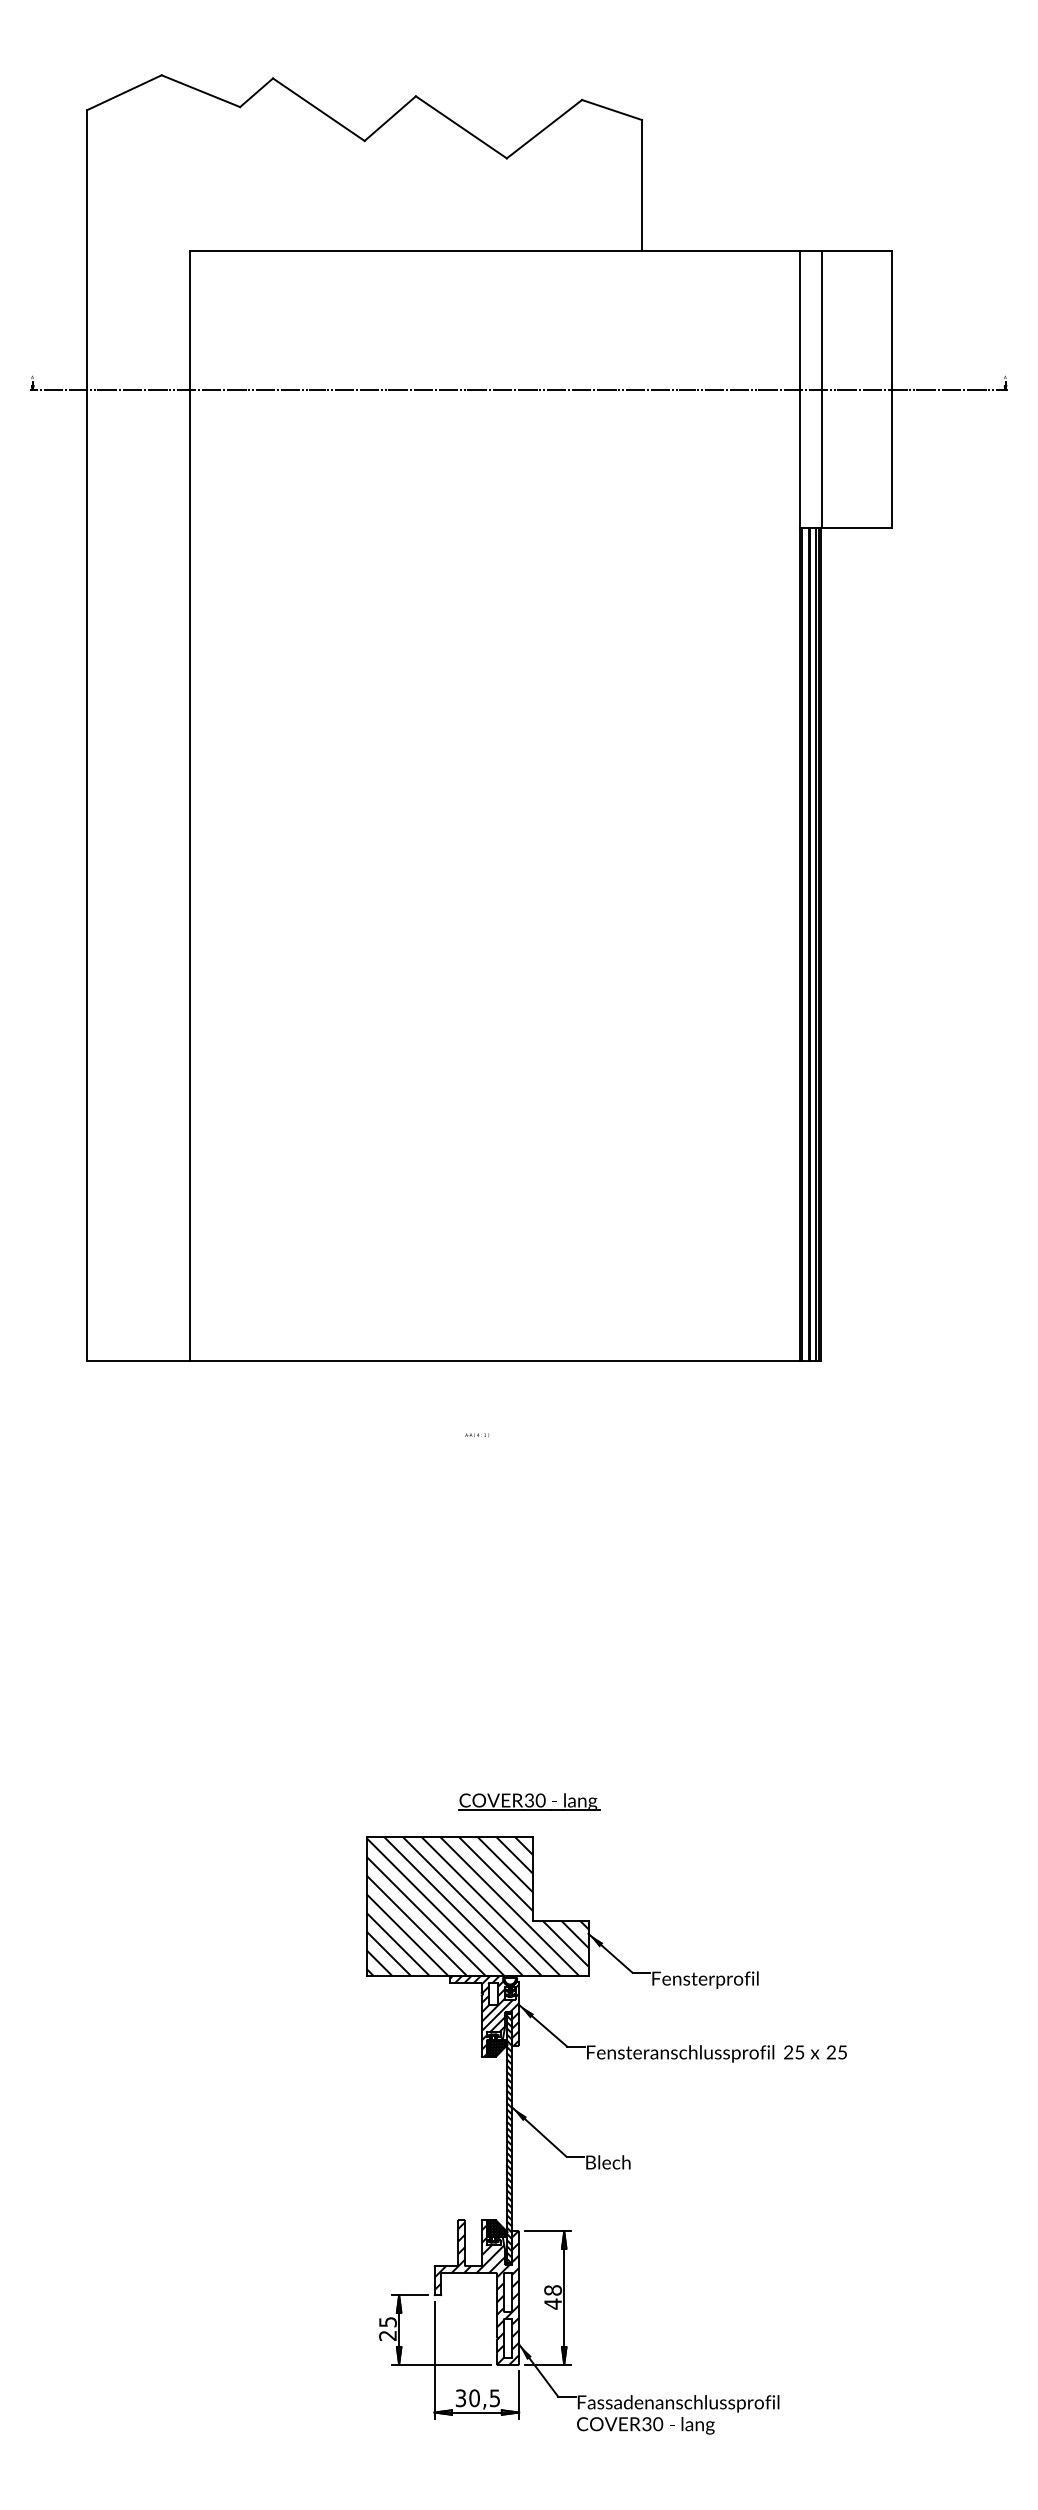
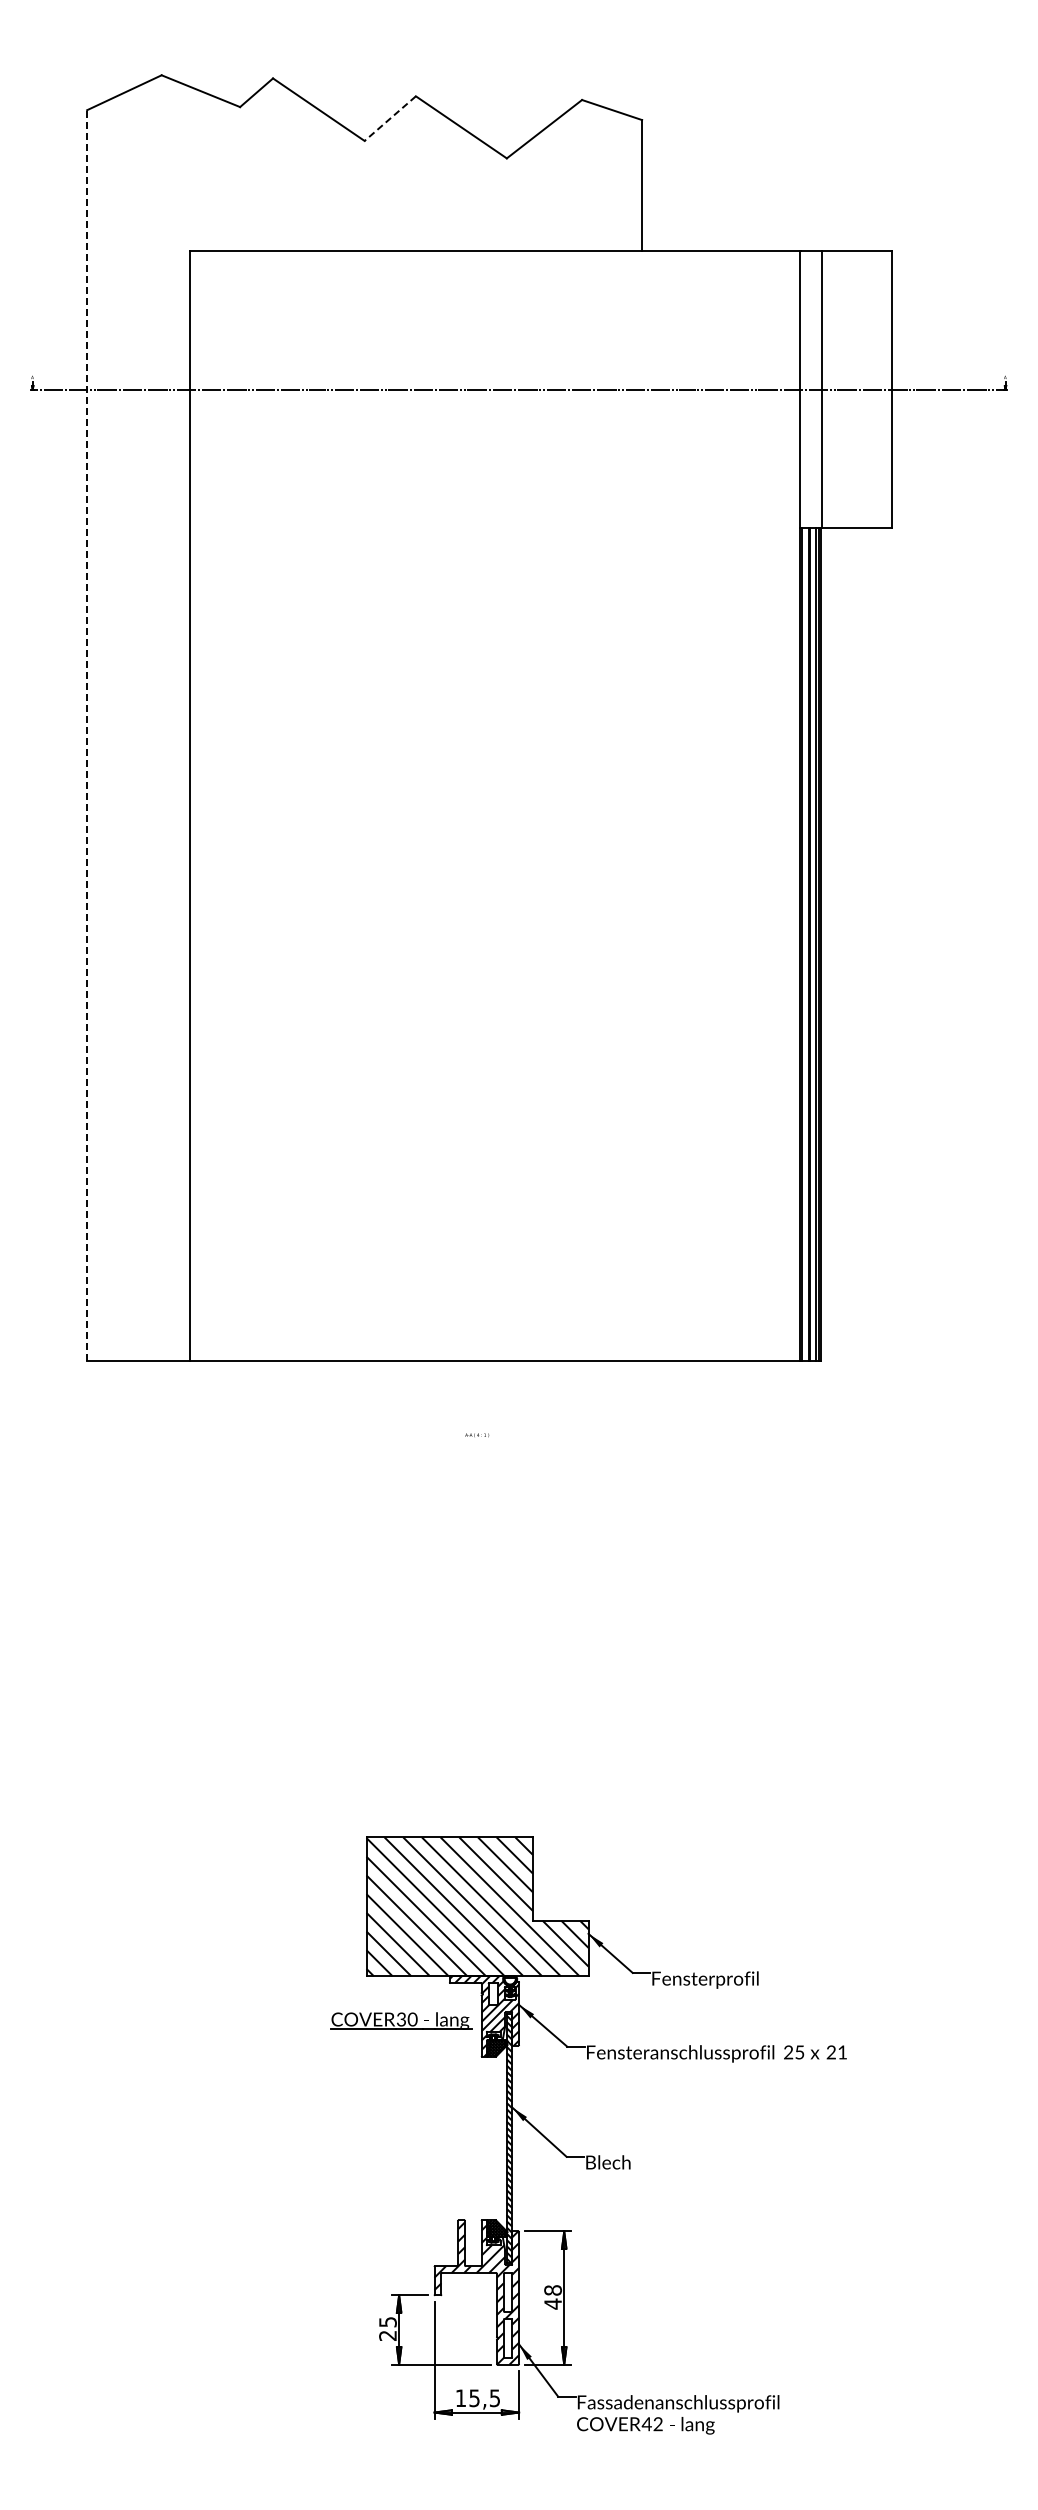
line at (390, 118): solid -> dashed
line at (87, 734): solid -> dashed
part at (529, 1801) position: (529, 1801) -> (401, 2020)
text at (842, 2052): 25 -> 21
text at (467, 2398): 30,5 -> 15,5
text at (652, 2424): 30 -> 42
